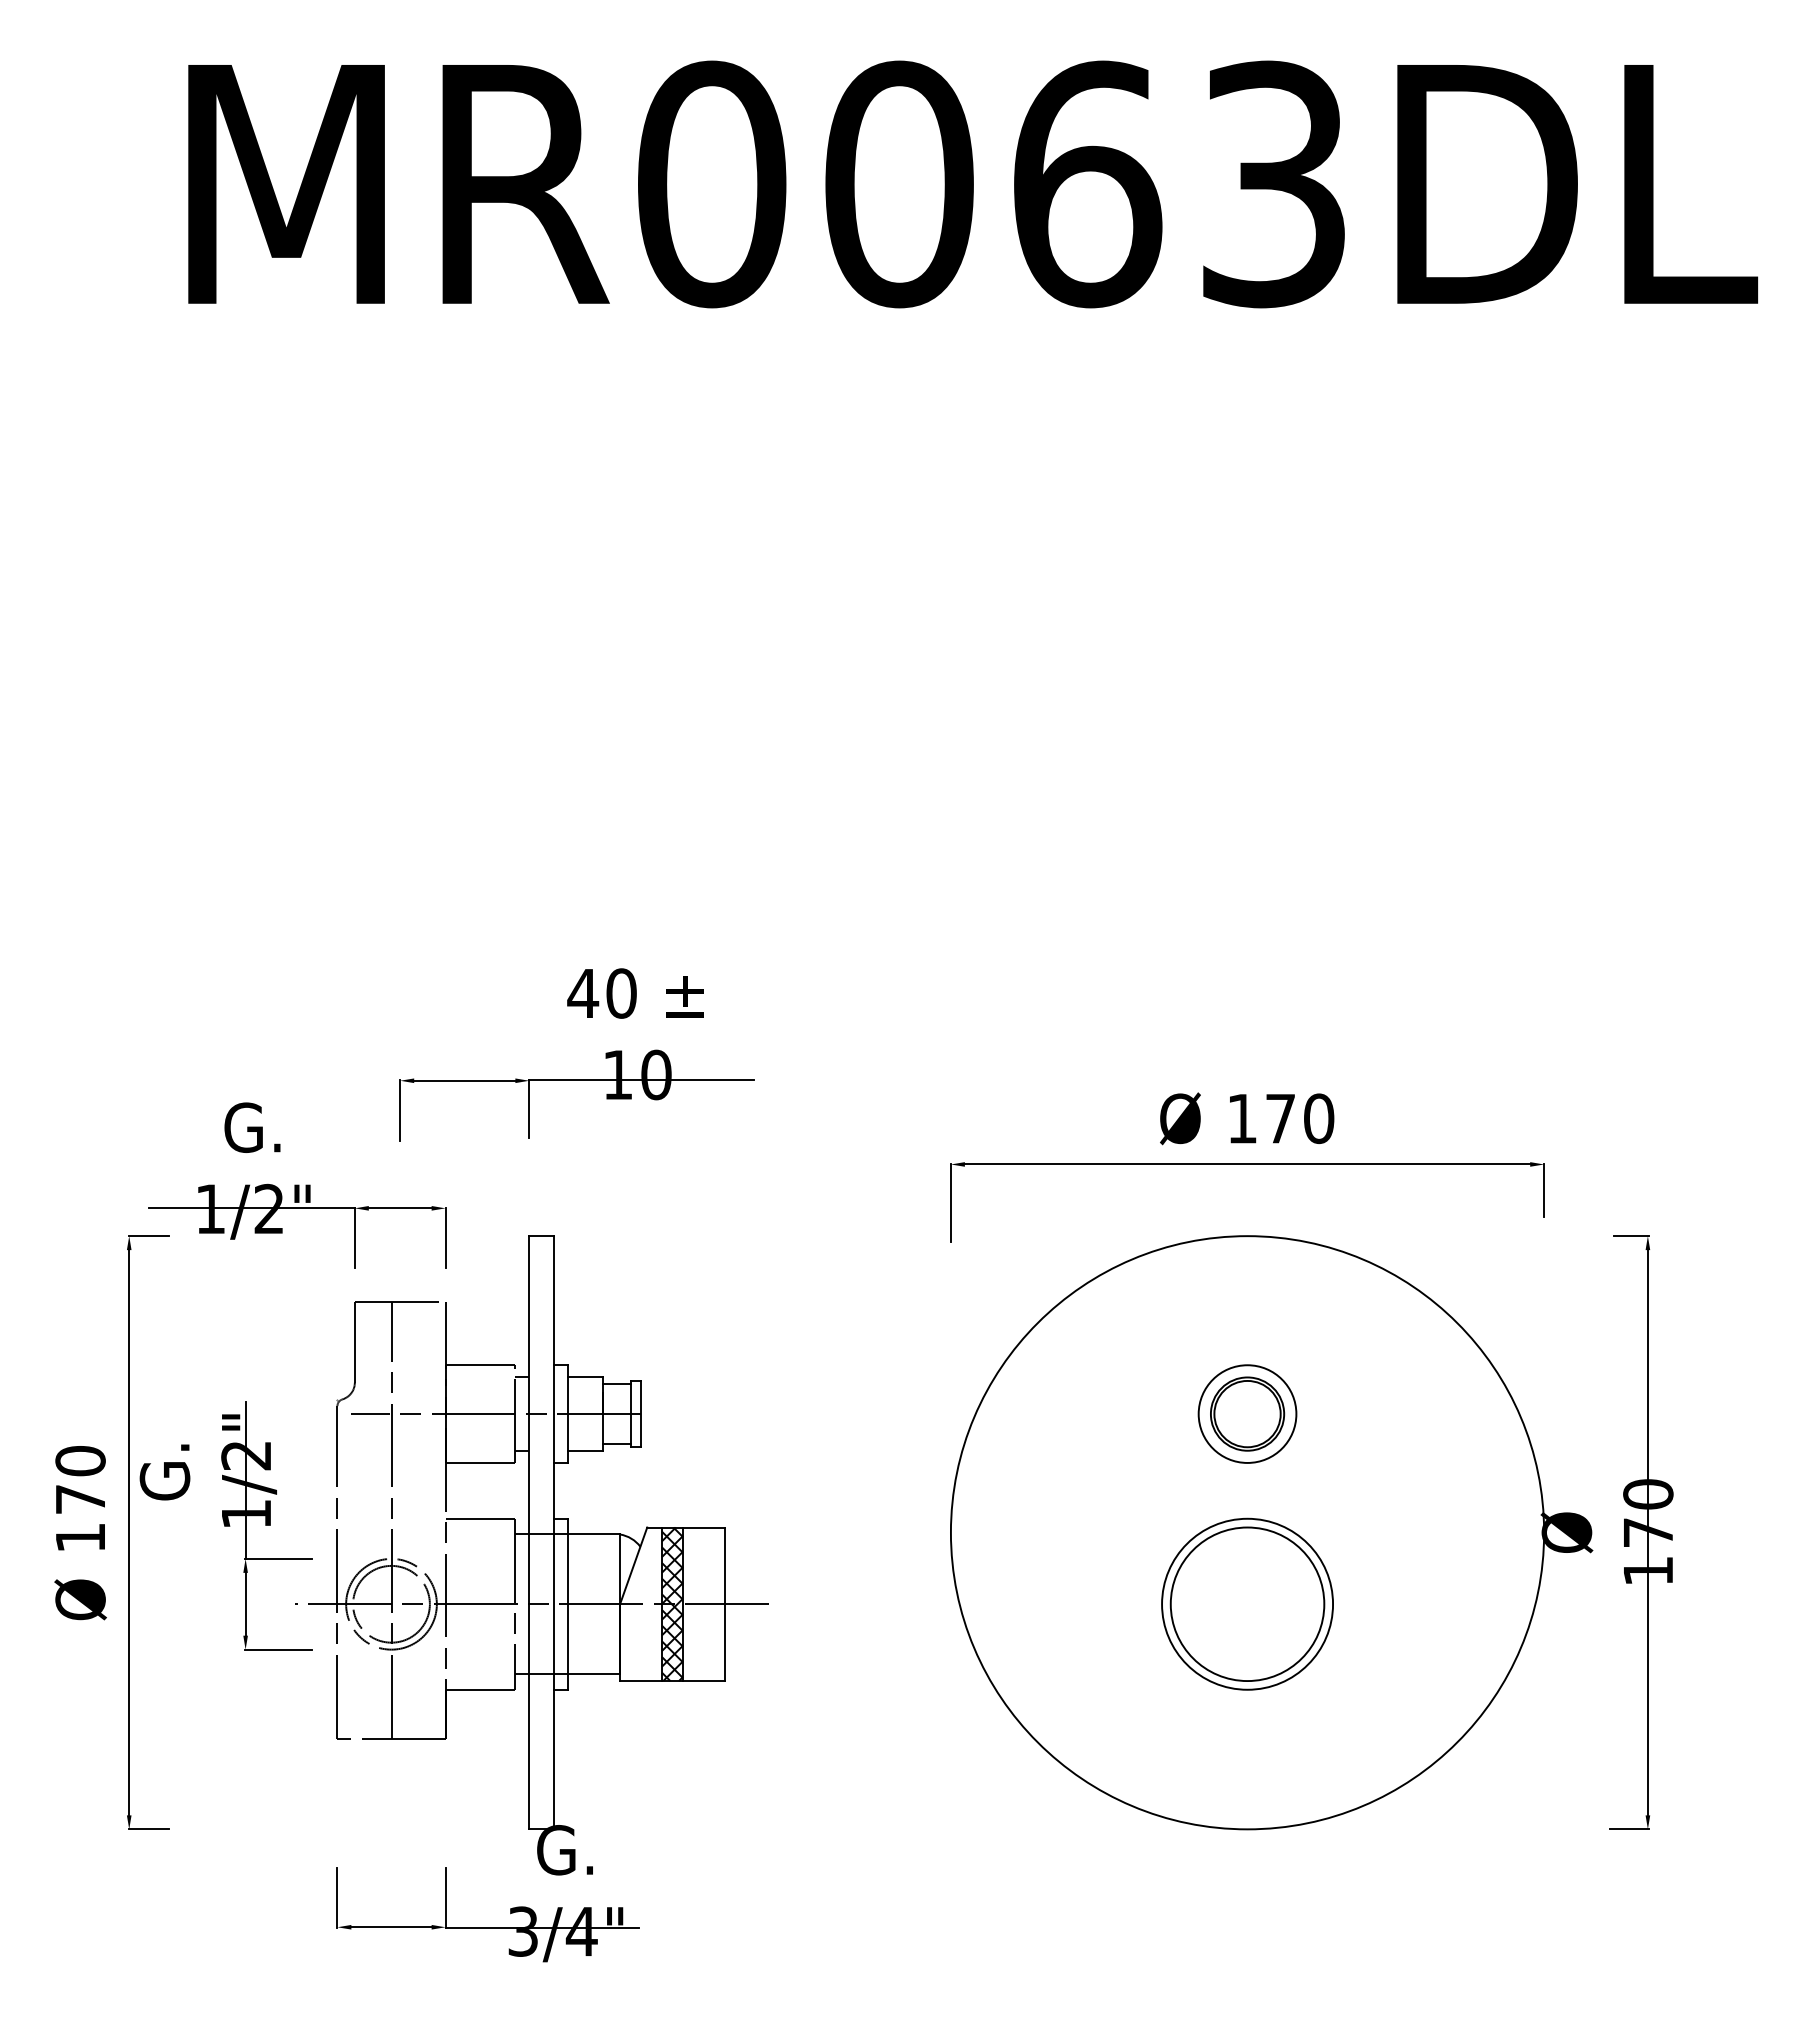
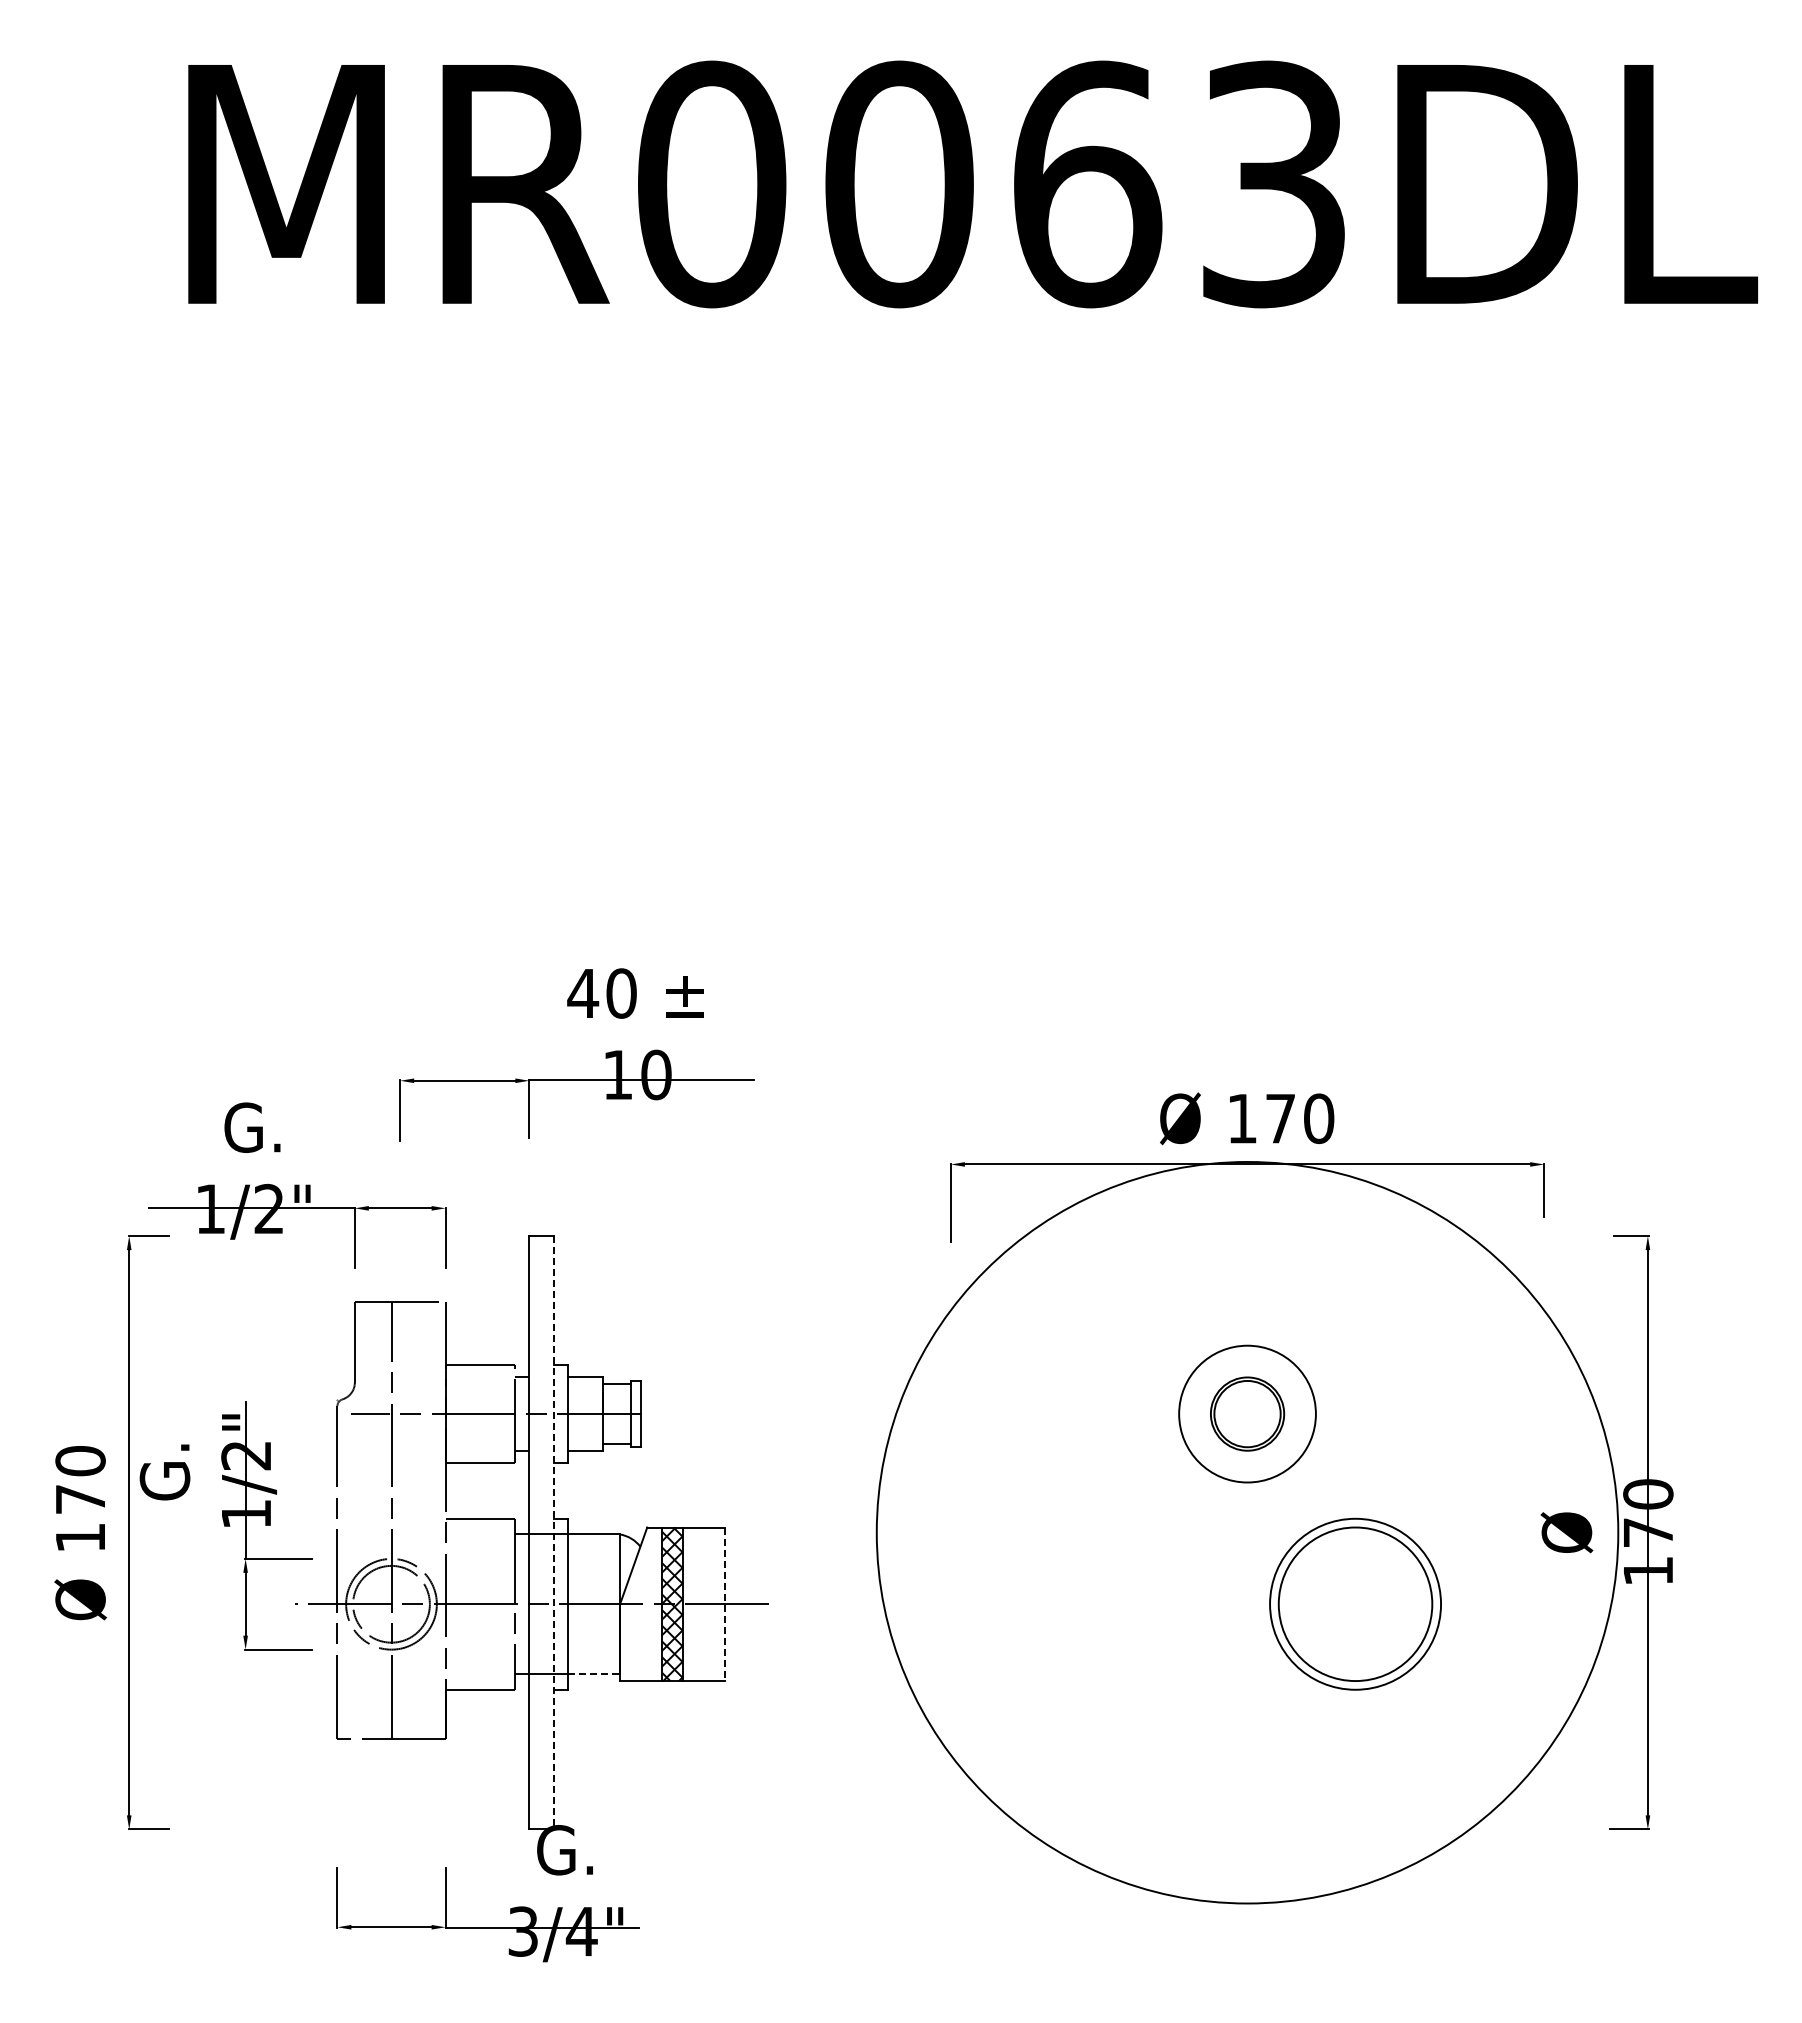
circle at (1247, 1413) diameter: 98 px -> 137 px
line at (553, 1532): solid -> dashed
circle at (1247, 1532) diameter: 593 px -> 742 px
part at (1247, 1603) position: (1247, 1603) -> (1355, 1603)
line at (724, 1604): solid -> dashed
line at (594, 1674): solid -> dashed
